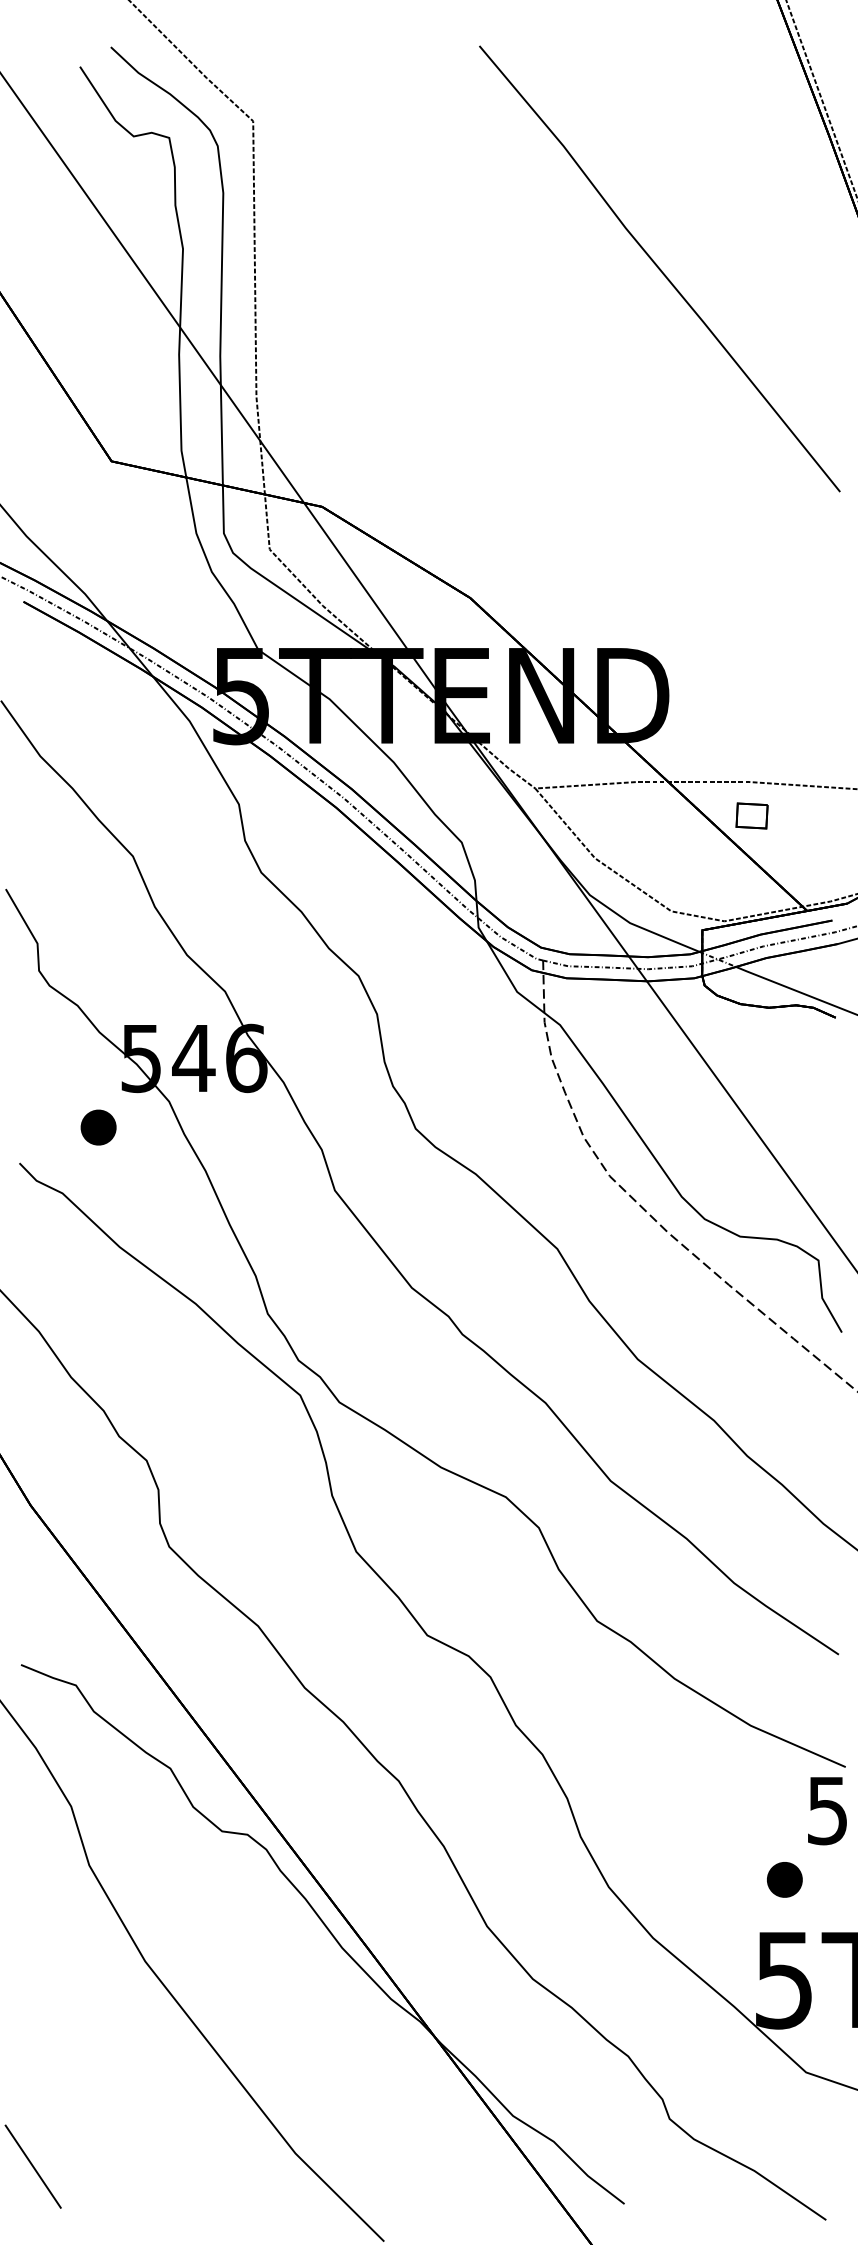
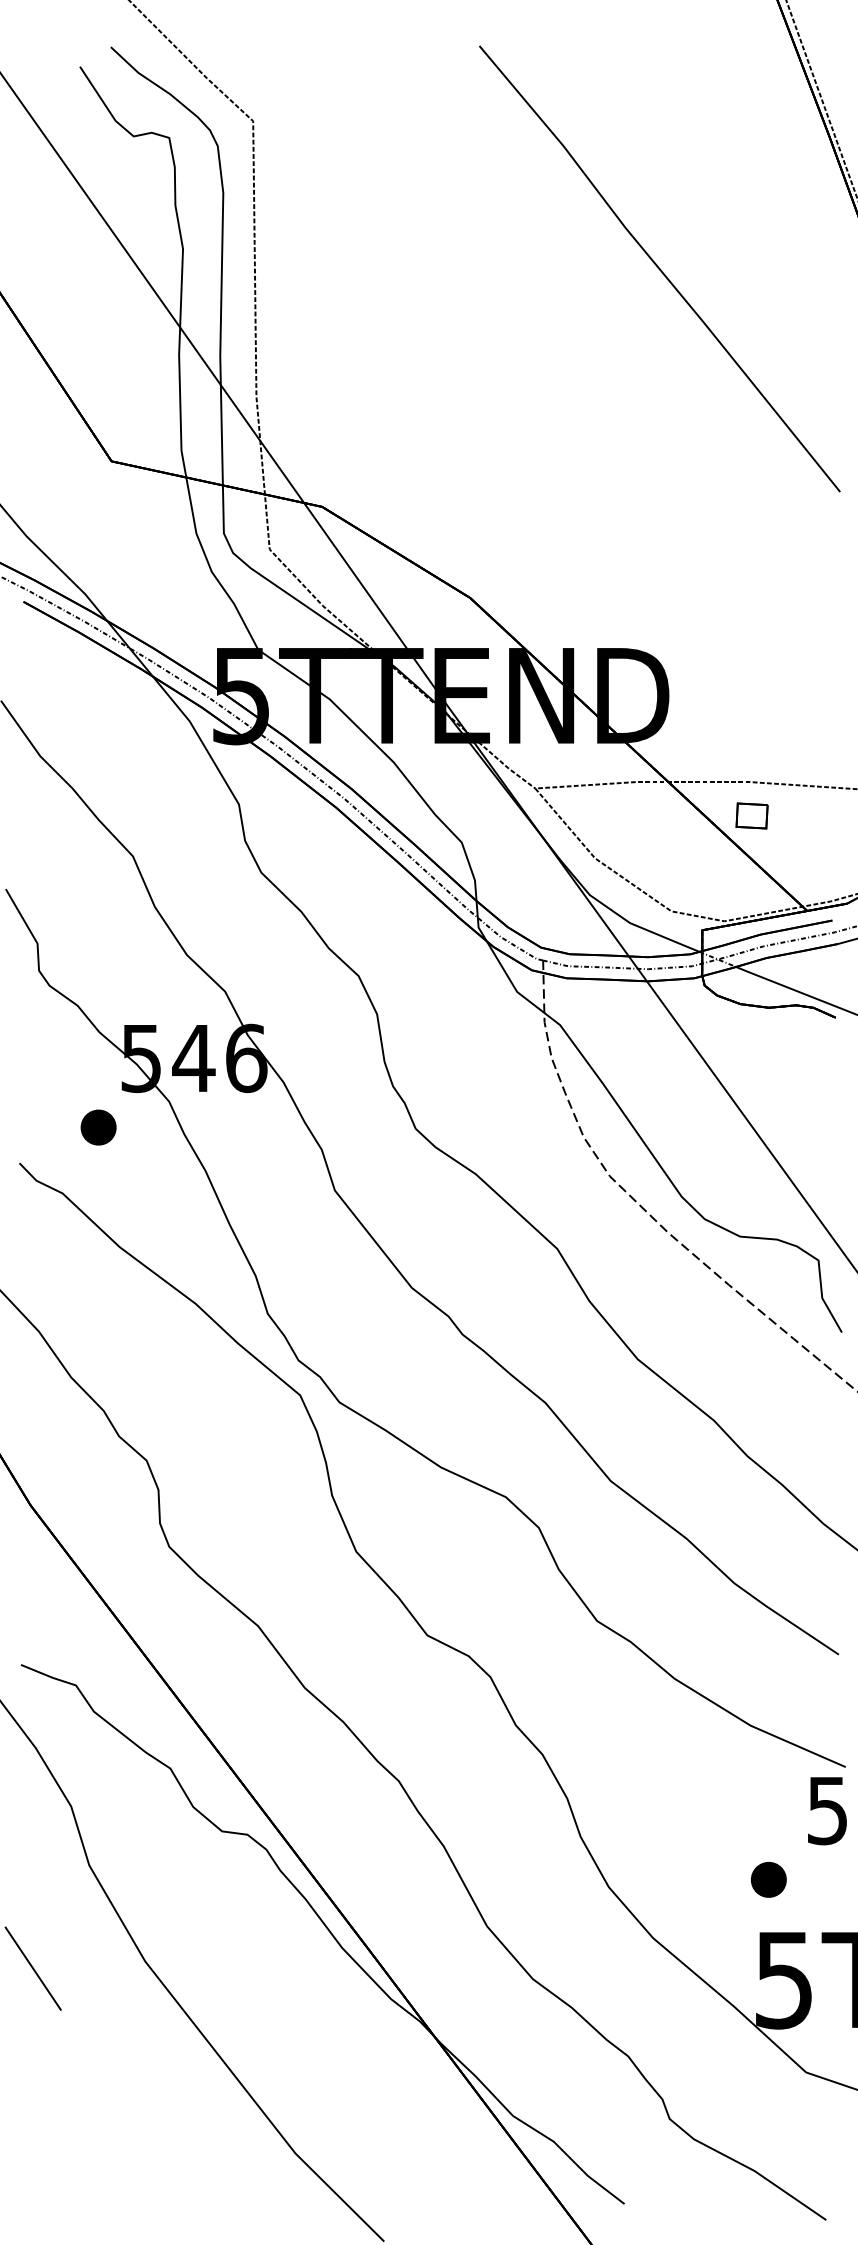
part at (784, 1879) position: (784, 1879) -> (768, 1879)
line at (32, 2166) position: (32, 2166) -> (32, 1968)
